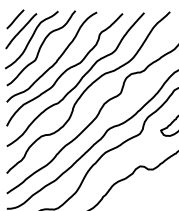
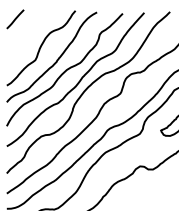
part at (31, 39): present -> none
